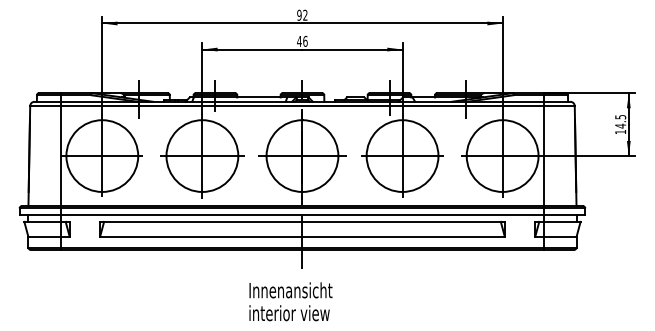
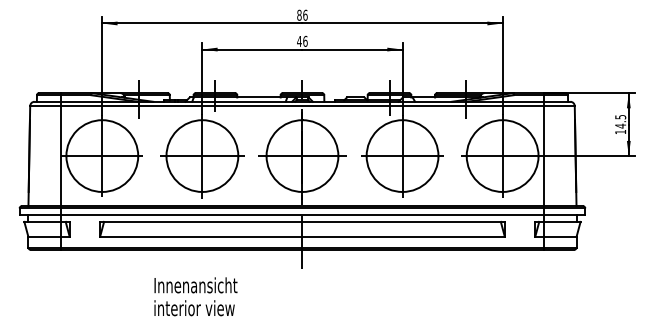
text at (302, 14): 92 -> 86
text at (290, 301) position: (290, 301) -> (195, 296)
